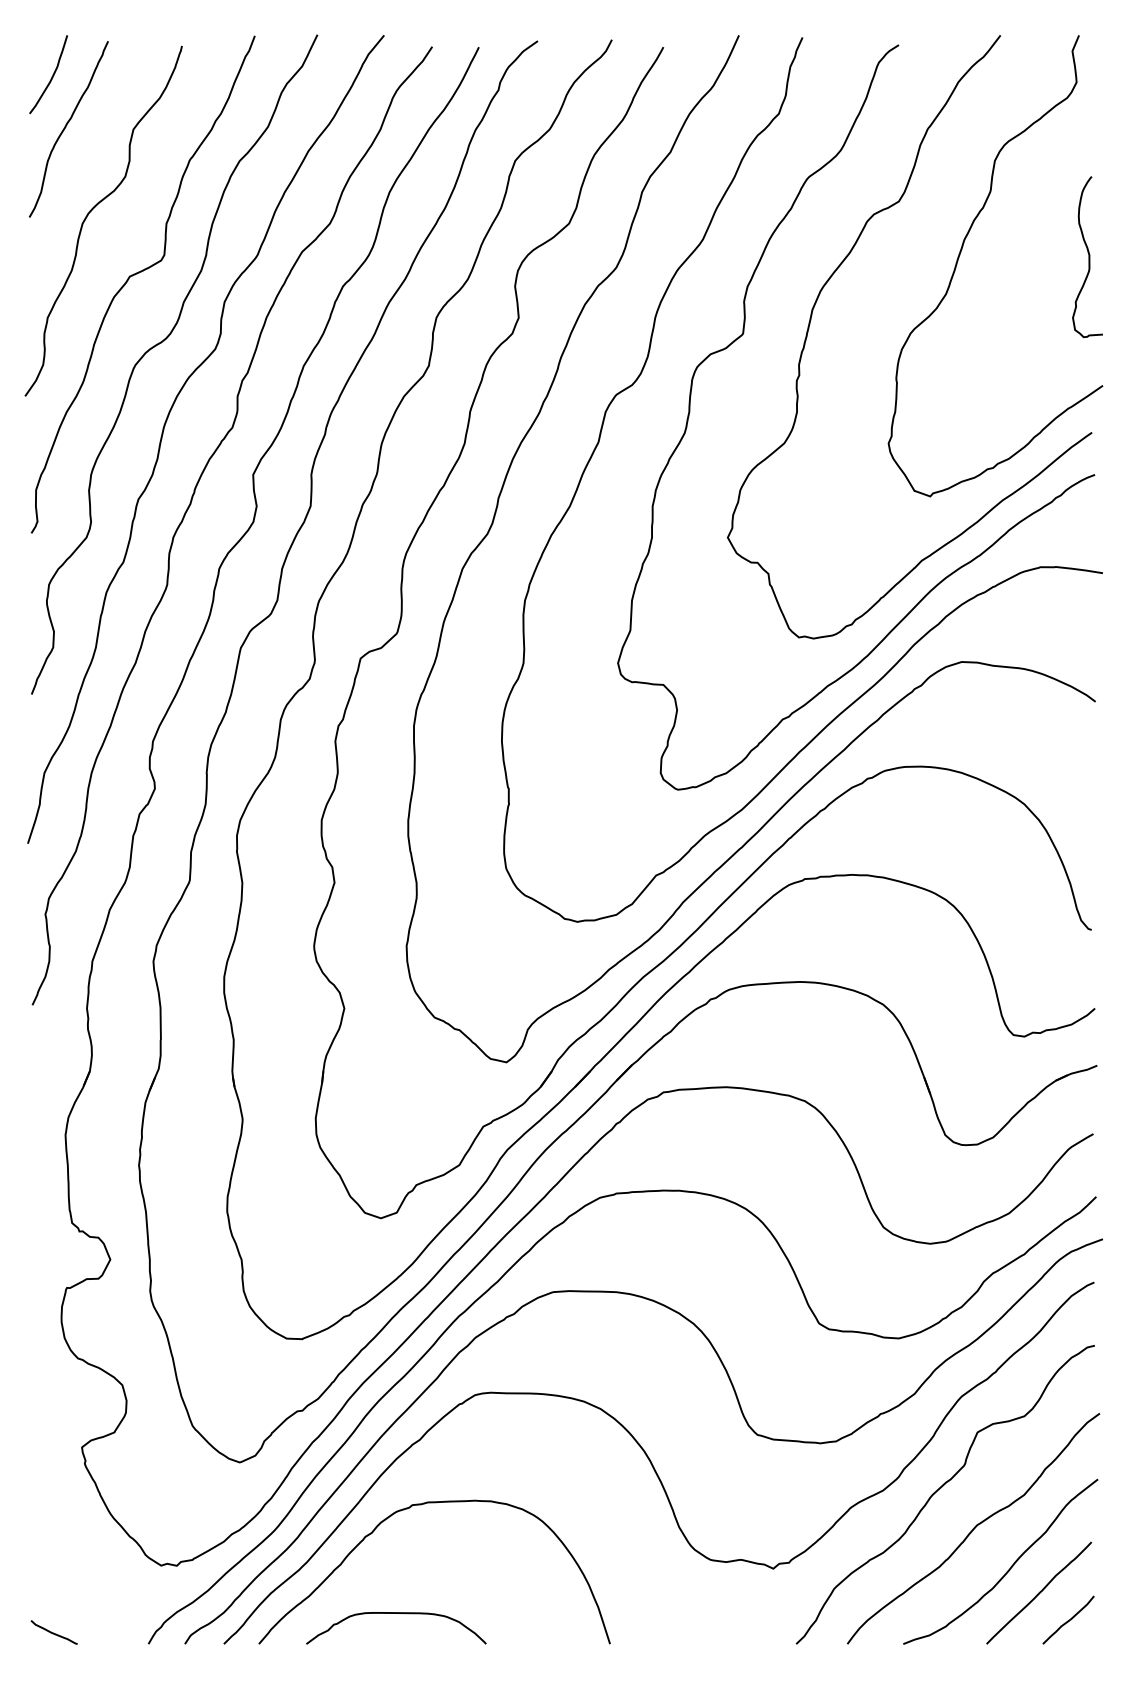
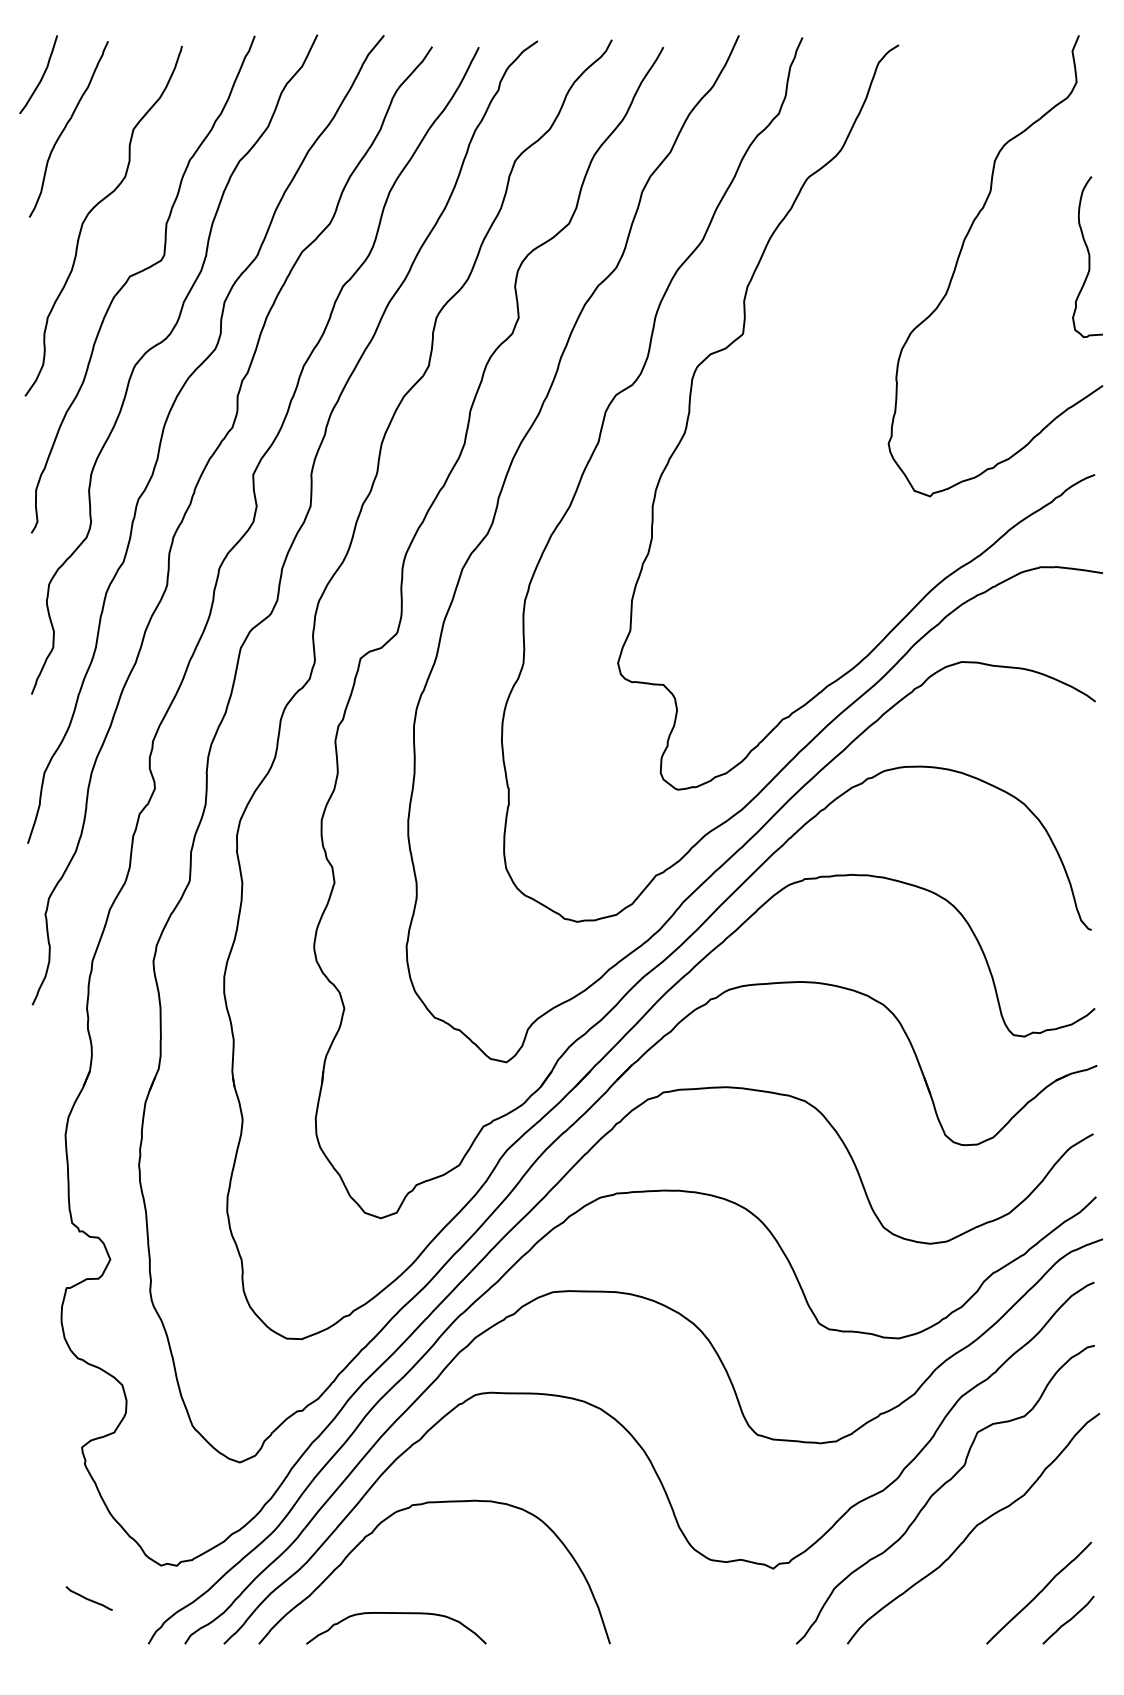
curve at (51, 76) position: (51, 76) -> (41, 76)
curve at (829, 280): present -> none
curve at (1010, 1566): present -> none
curve at (53, 1632) position: (53, 1632) -> (88, 1598)
